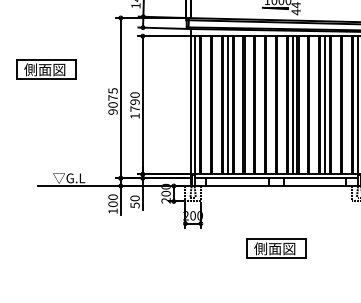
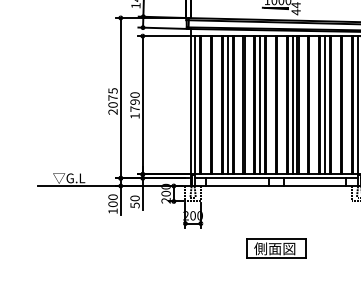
part at (46, 69): present -> none
line at (260, 105): none -> present
text at (113, 111): 9075 -> 2075
